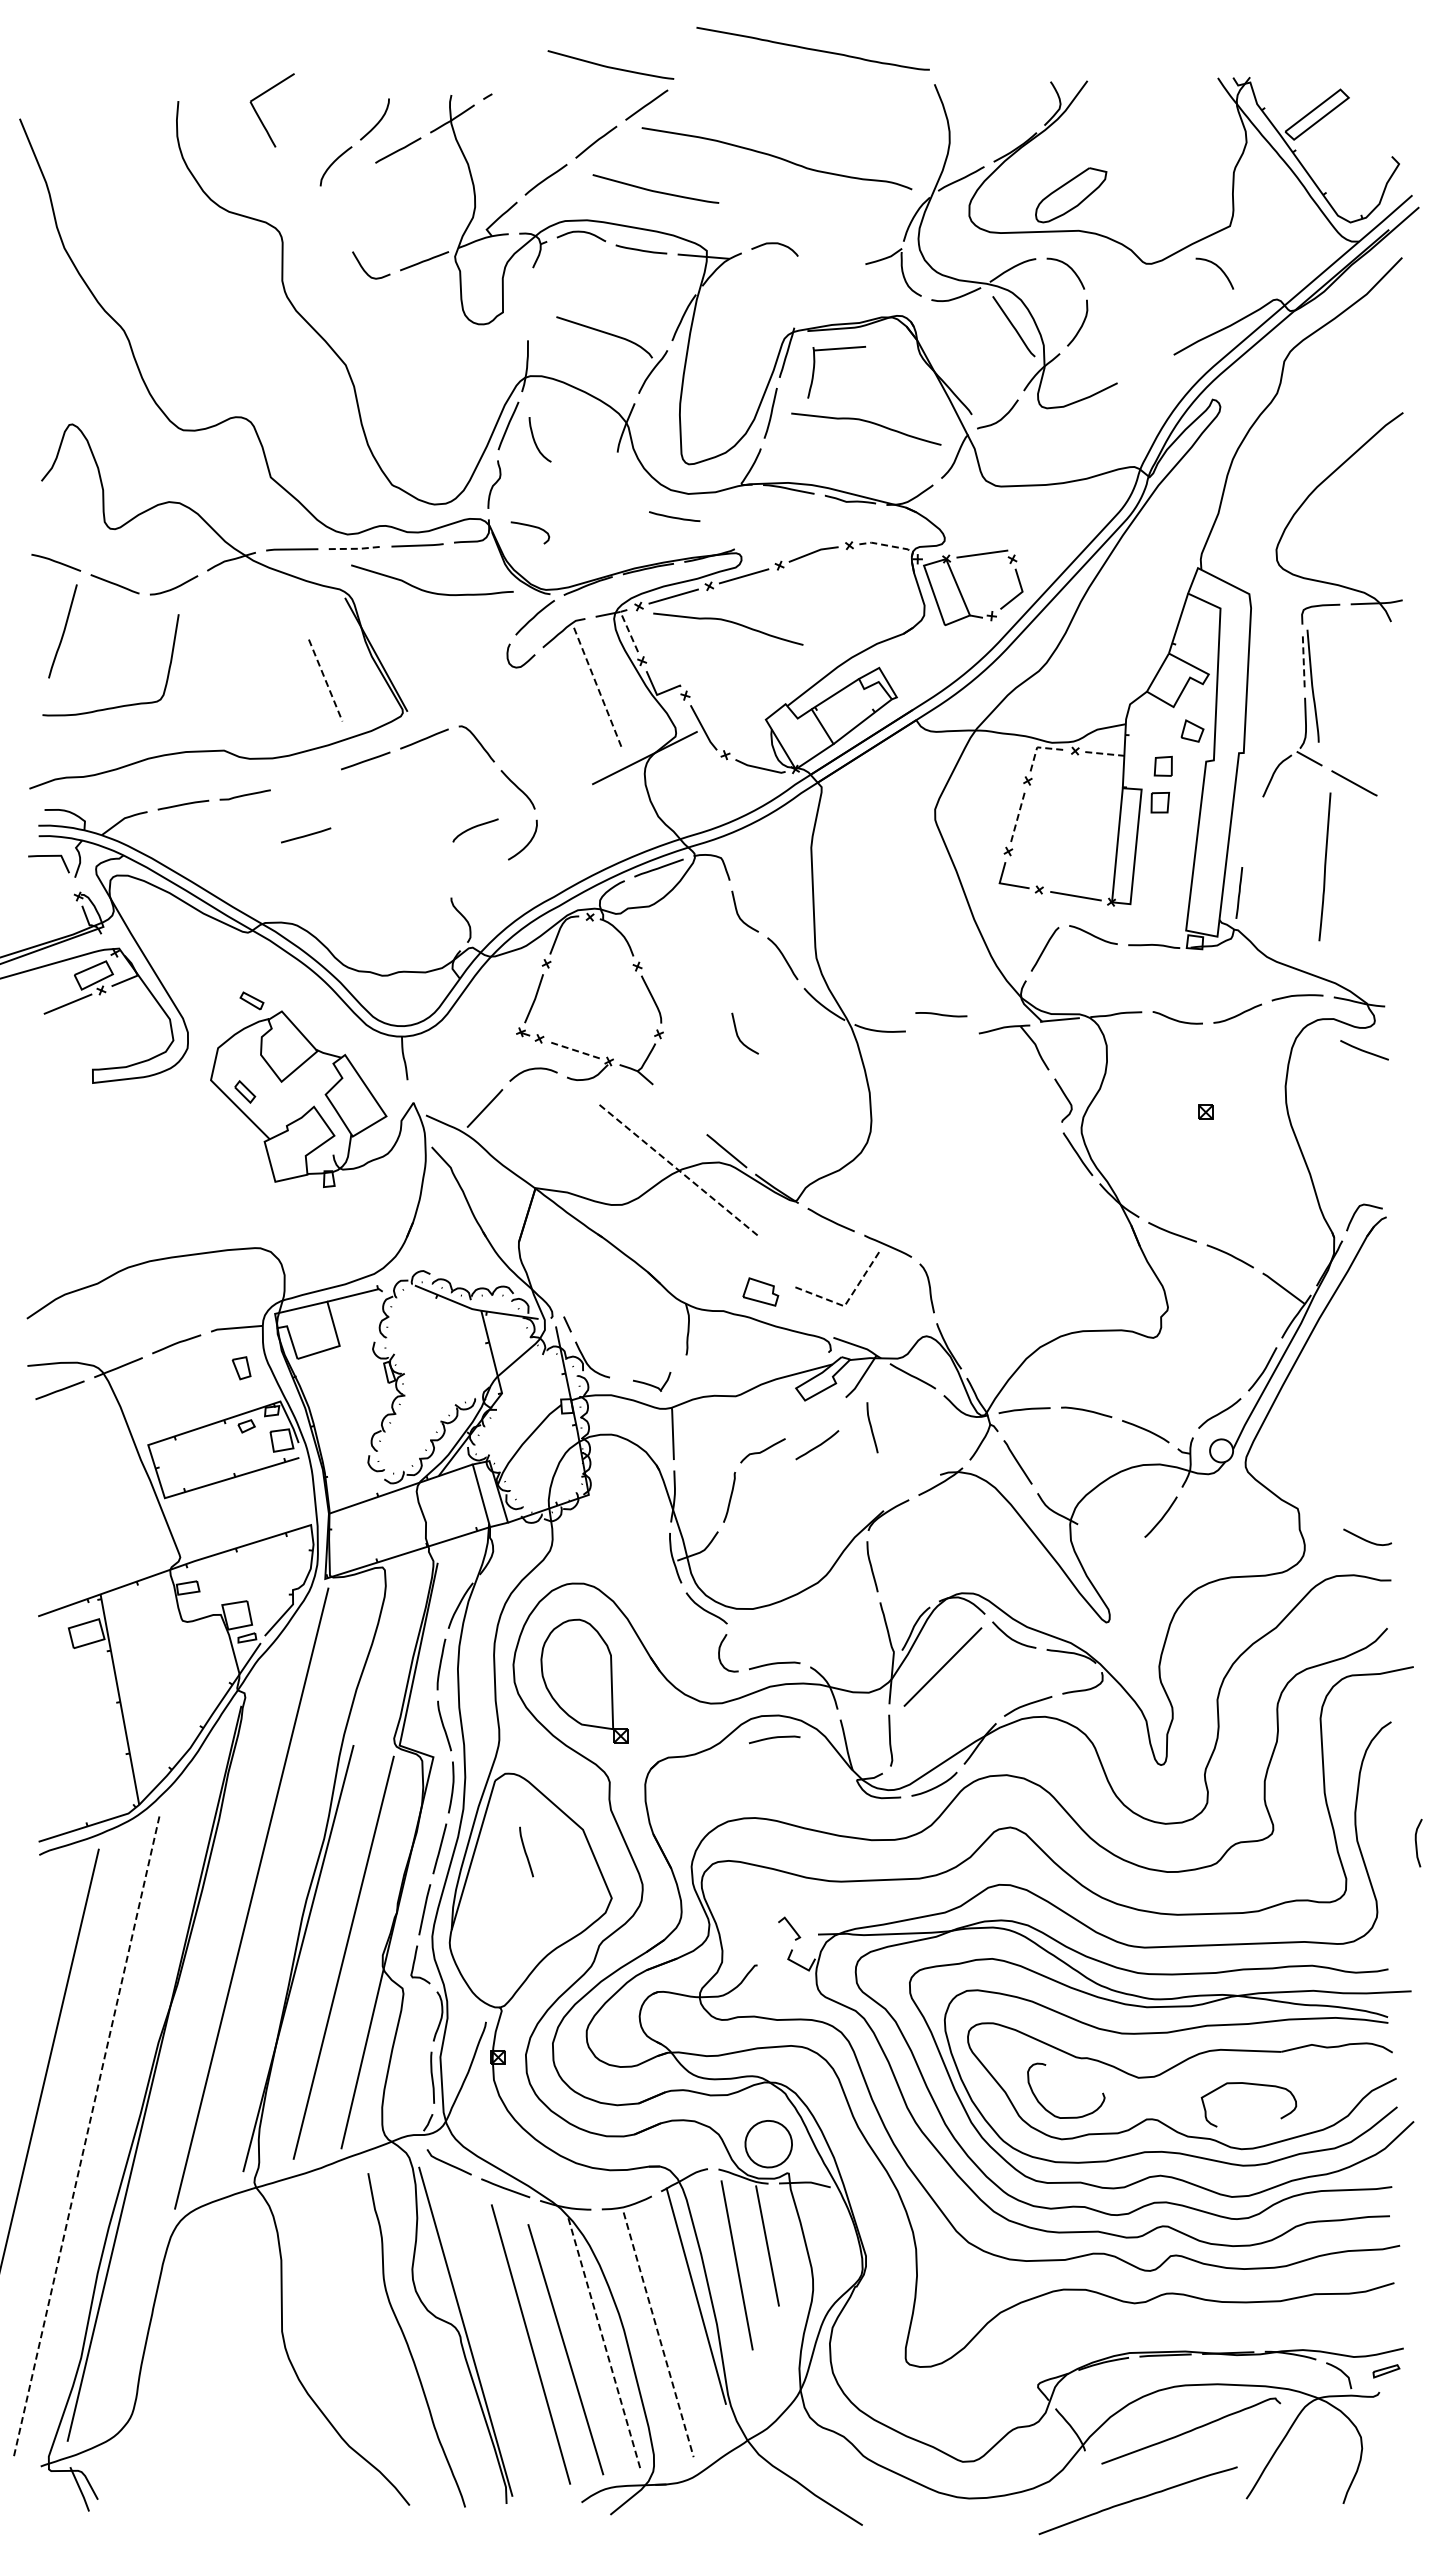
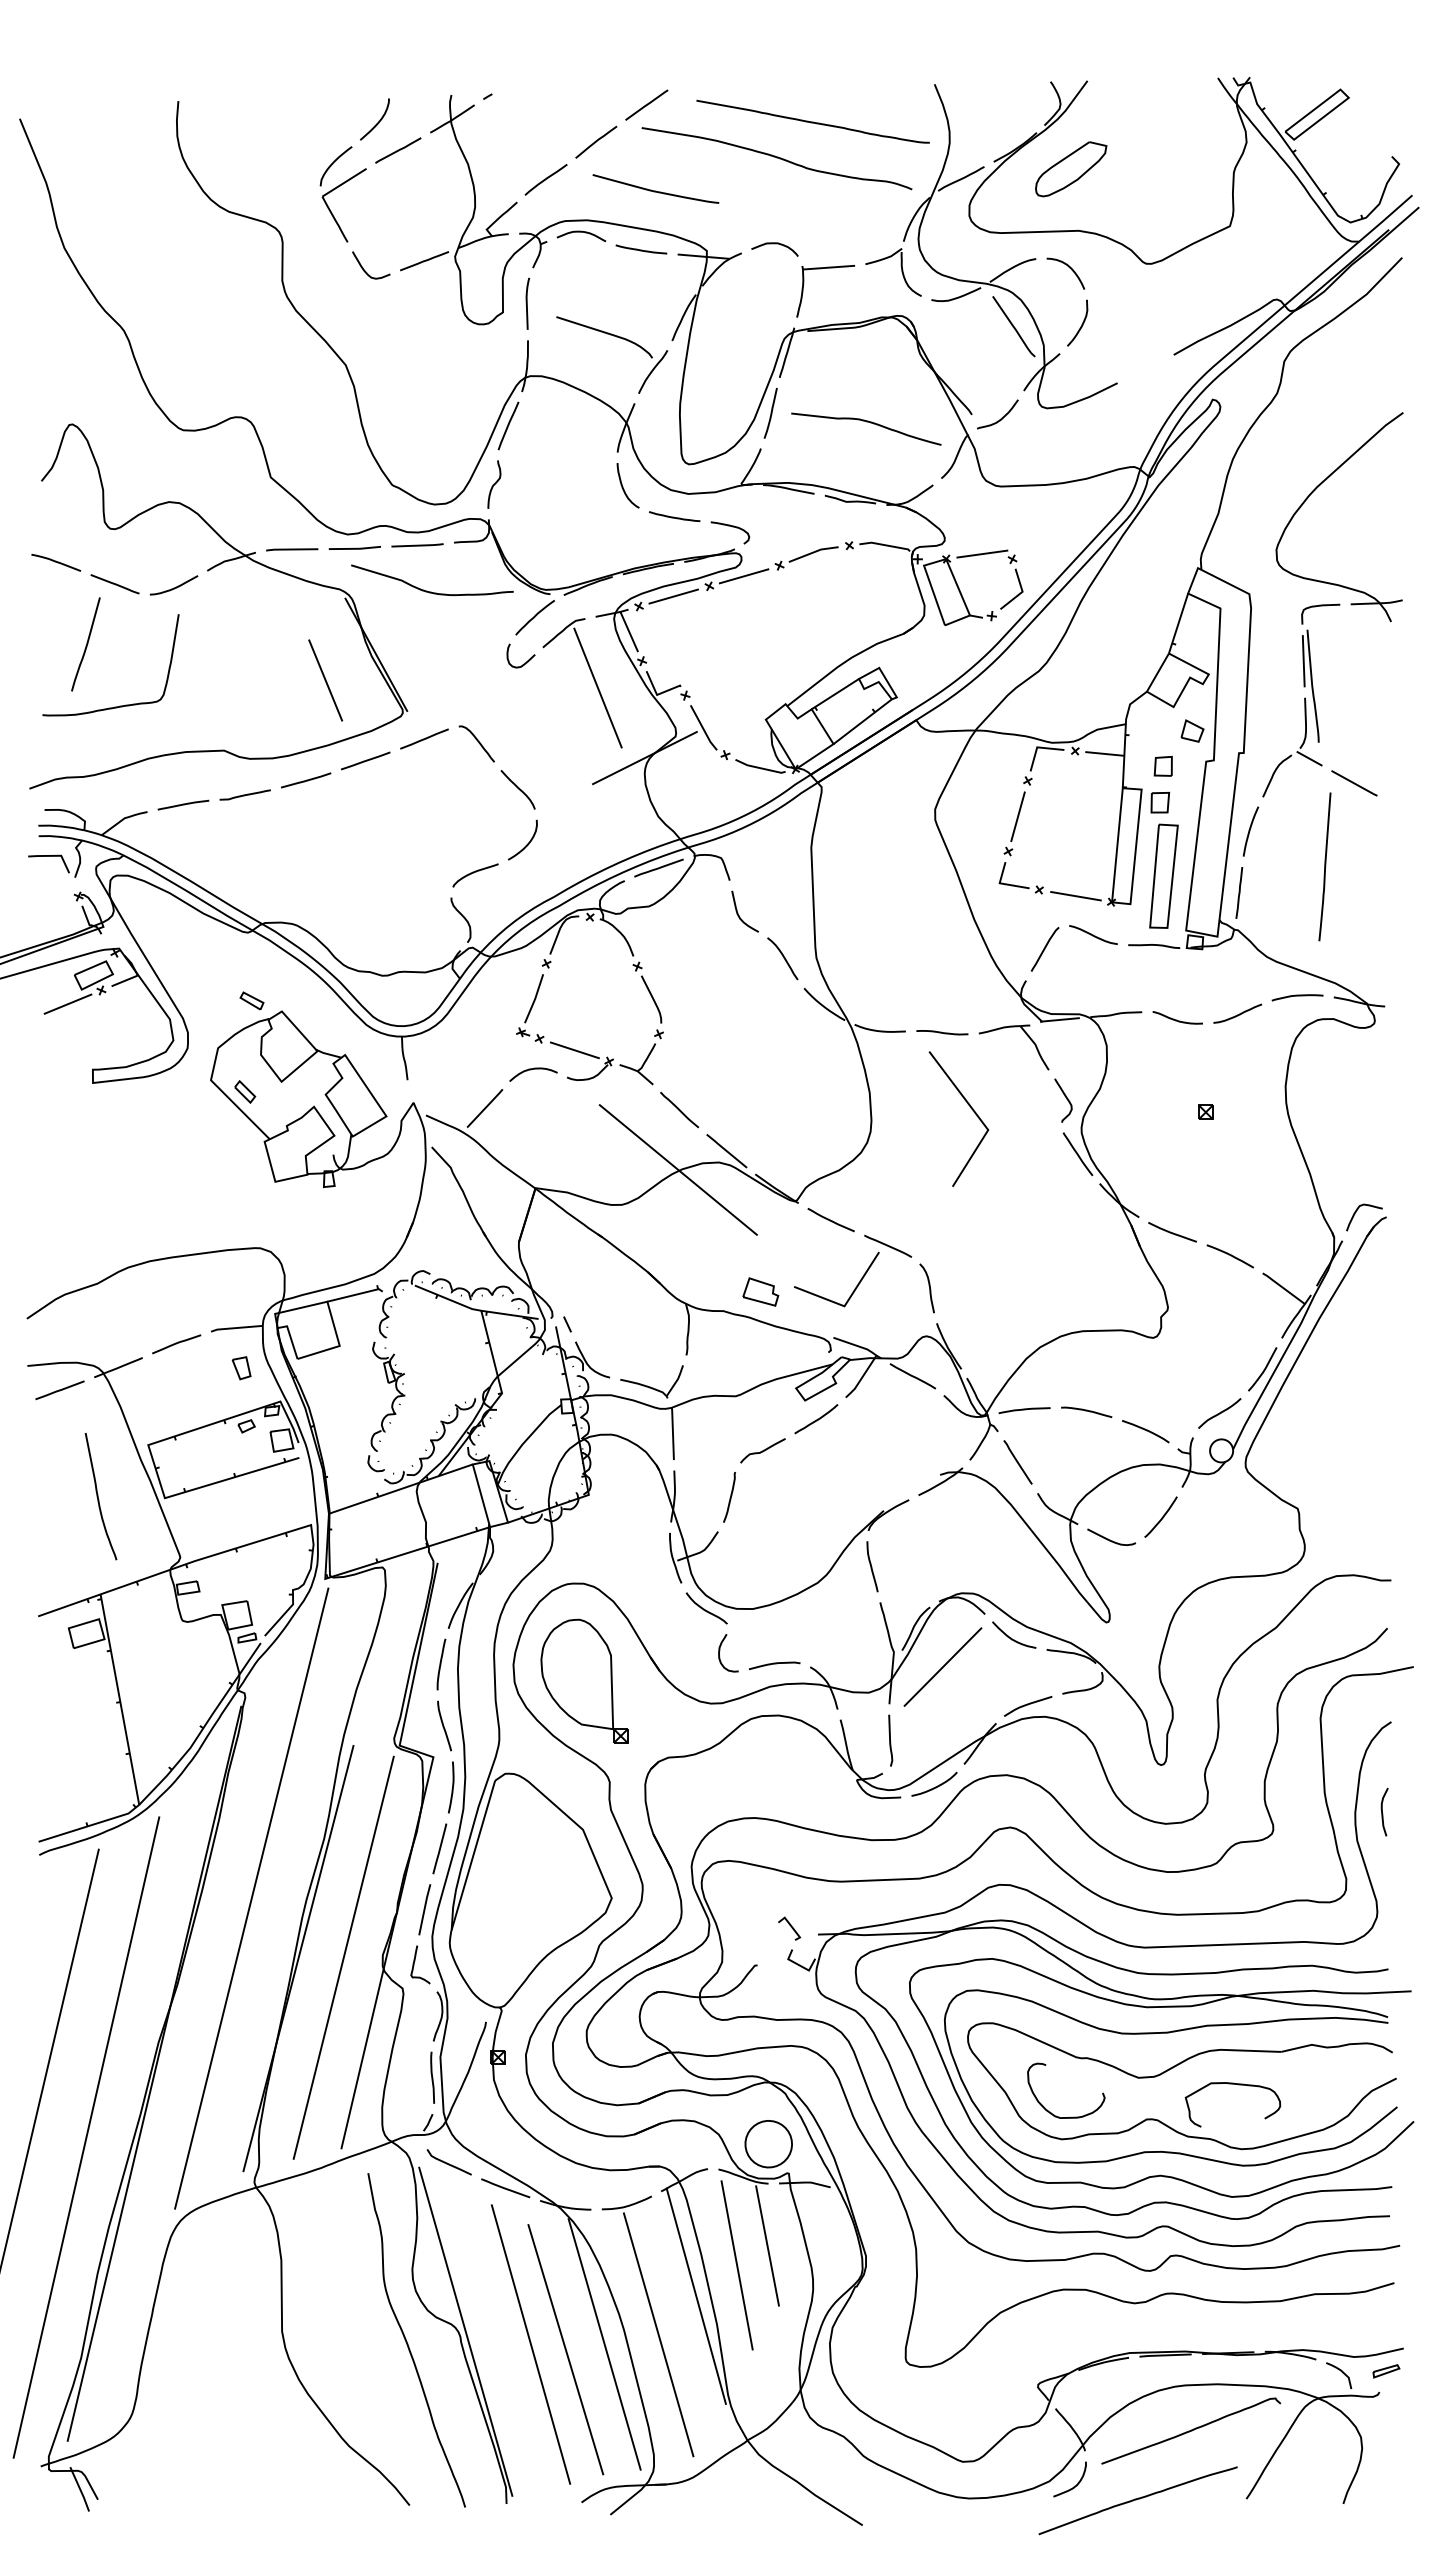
curve at (812, 48) position: (812, 48) -> (812, 121)
curve at (610, 66): present -> none
part at (260, 117) position: (260, 117) -> (332, 212)
part at (1071, 195) position: (1071, 195) -> (1071, 169)
curve at (1218, 268): present -> none
curve at (527, 303): none -> present
part at (832, 350) position: (832, 350) -> (821, 269)
curve at (535, 440) position: (535, 440) -> (623, 486)
curve at (532, 527) position: (532, 527) -> (732, 527)
line at (884, 545): dashed -> solid
line at (356, 548): dashed -> solid
curve at (728, 622): present -> none
line at (627, 627): dashed -> solid
curve at (63, 631) position: (63, 631) -> (86, 644)
line at (1303, 660): dashed -> solid
line at (325, 680): dashed -> solid
line at (598, 688): dashed -> solid
line at (1038, 747): dashed -> solid
line at (1104, 753): dashed -> solid
line at (1018, 816): dashed -> solid
curve at (473, 828) position: (473, 828) -> (473, 873)
curve at (1250, 831): none -> present
line at (306, 835) position: (306, 835) -> (306, 780)
part at (1163, 875): none -> present
curve at (941, 1014) position: (941, 1014) -> (942, 1032)
curve at (738, 1035): present -> none
line at (574, 1050): dashed -> solid
curve at (1364, 1050): present -> none
line at (970, 1108): none -> present
line at (679, 1109): none -> present
line at (678, 1170): dashed -> solid
line at (846, 1302): dashed -> solid
part at (652, 1381) size: 39x20 px -> 64x34 px
curve at (872, 1427): present -> none
curve at (817, 1445) position: (817, 1445) -> (816, 1419)
curve at (98, 1496): none -> present
curve at (1366, 1539) position: (1366, 1539) -> (1110, 1539)
curve at (774, 1738): present -> none
curve at (1416, 1842) position: (1416, 1842) -> (1382, 1811)
curve at (526, 1851): present -> none
curve at (1254, 2085) position: (1254, 2085) -> (1238, 2085)
line at (86, 2138): dashed -> solid
line at (658, 2335): dashed -> solid
line at (604, 2344): dashed -> solid
curve at (1074, 2485): none -> present
